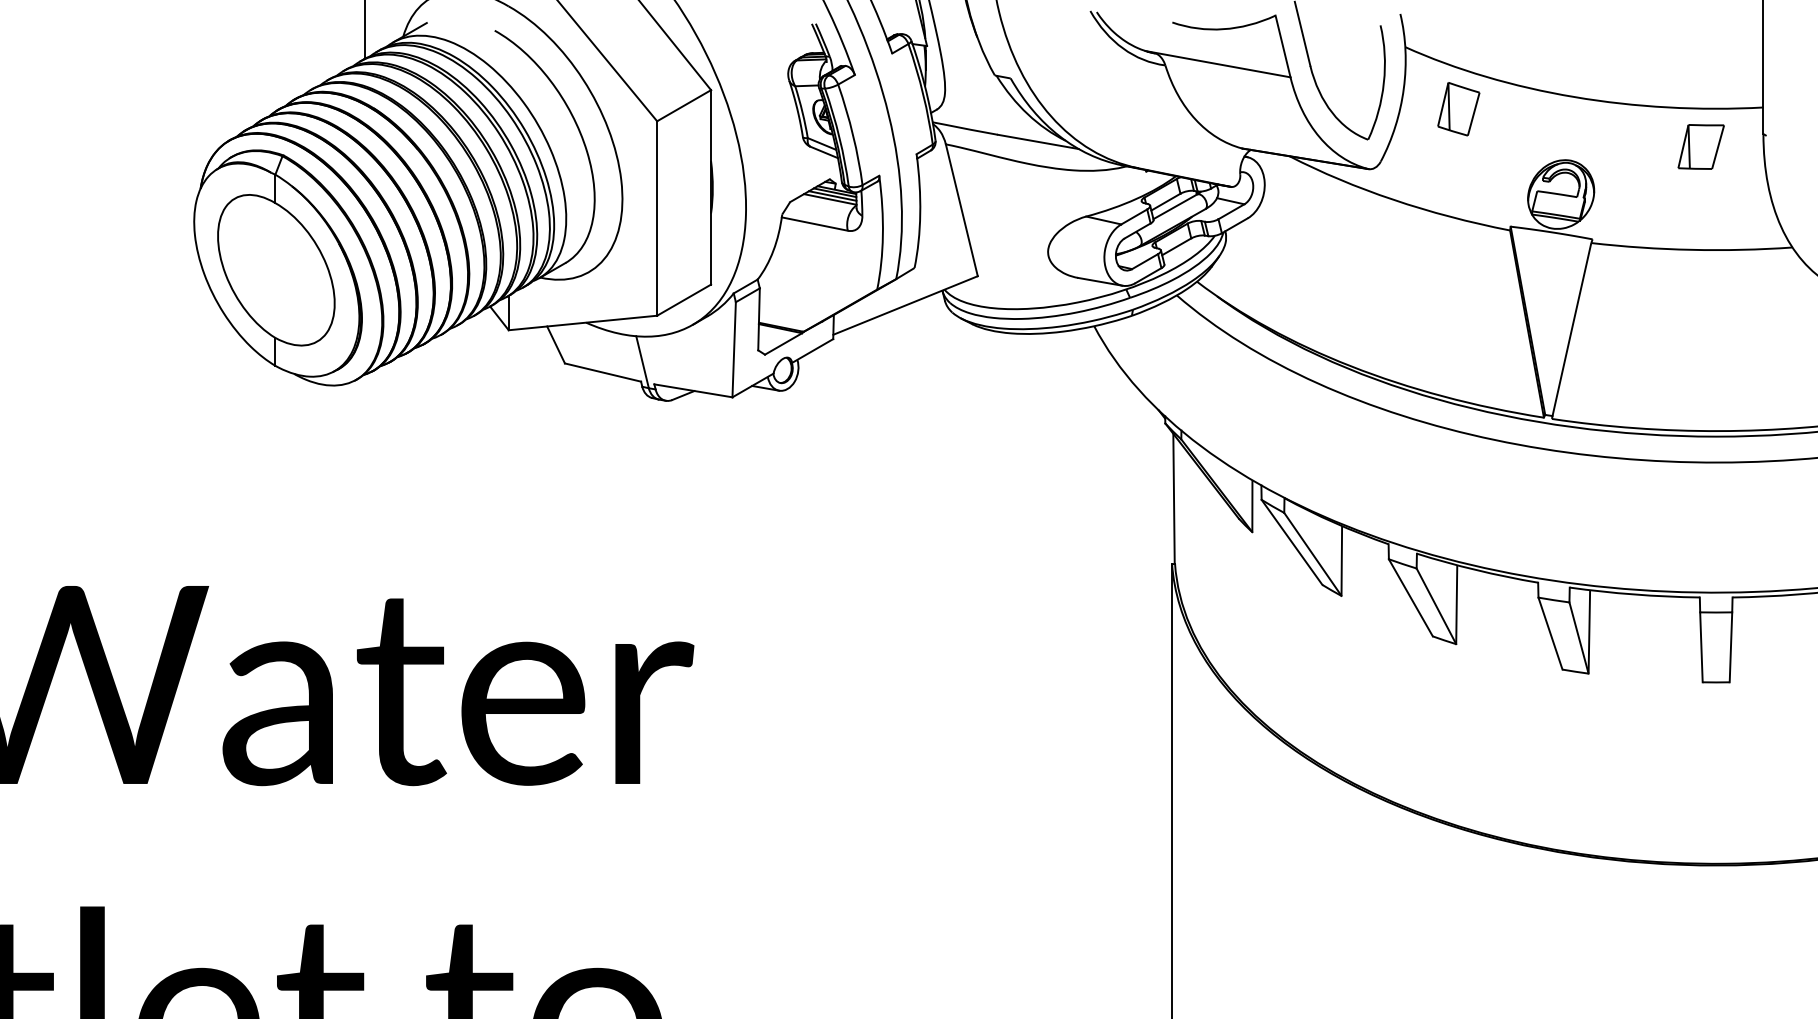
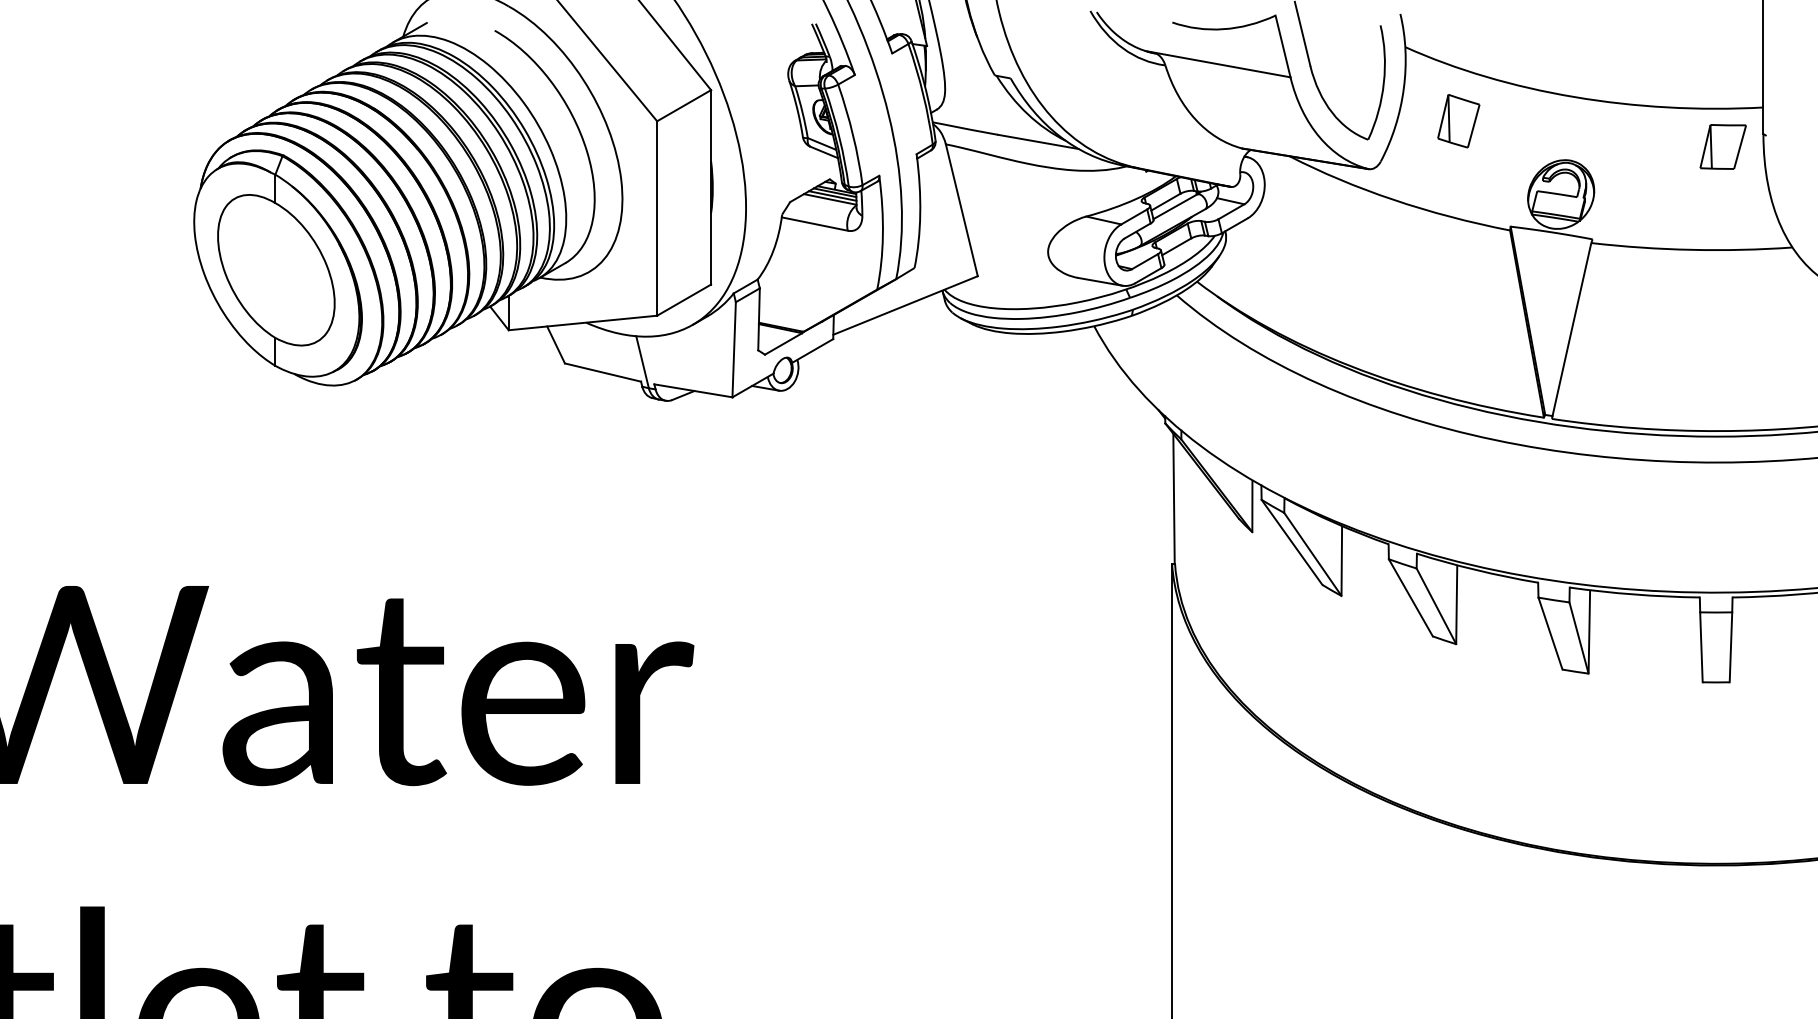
line at (365, 30): present -> none
part at (1458, 109) position: (1458, 109) -> (1458, 121)
part at (1700, 146) position: (1700, 146) -> (1722, 146)
